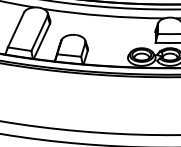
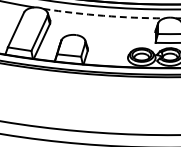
arc at (103, 15): solid -> dashed
